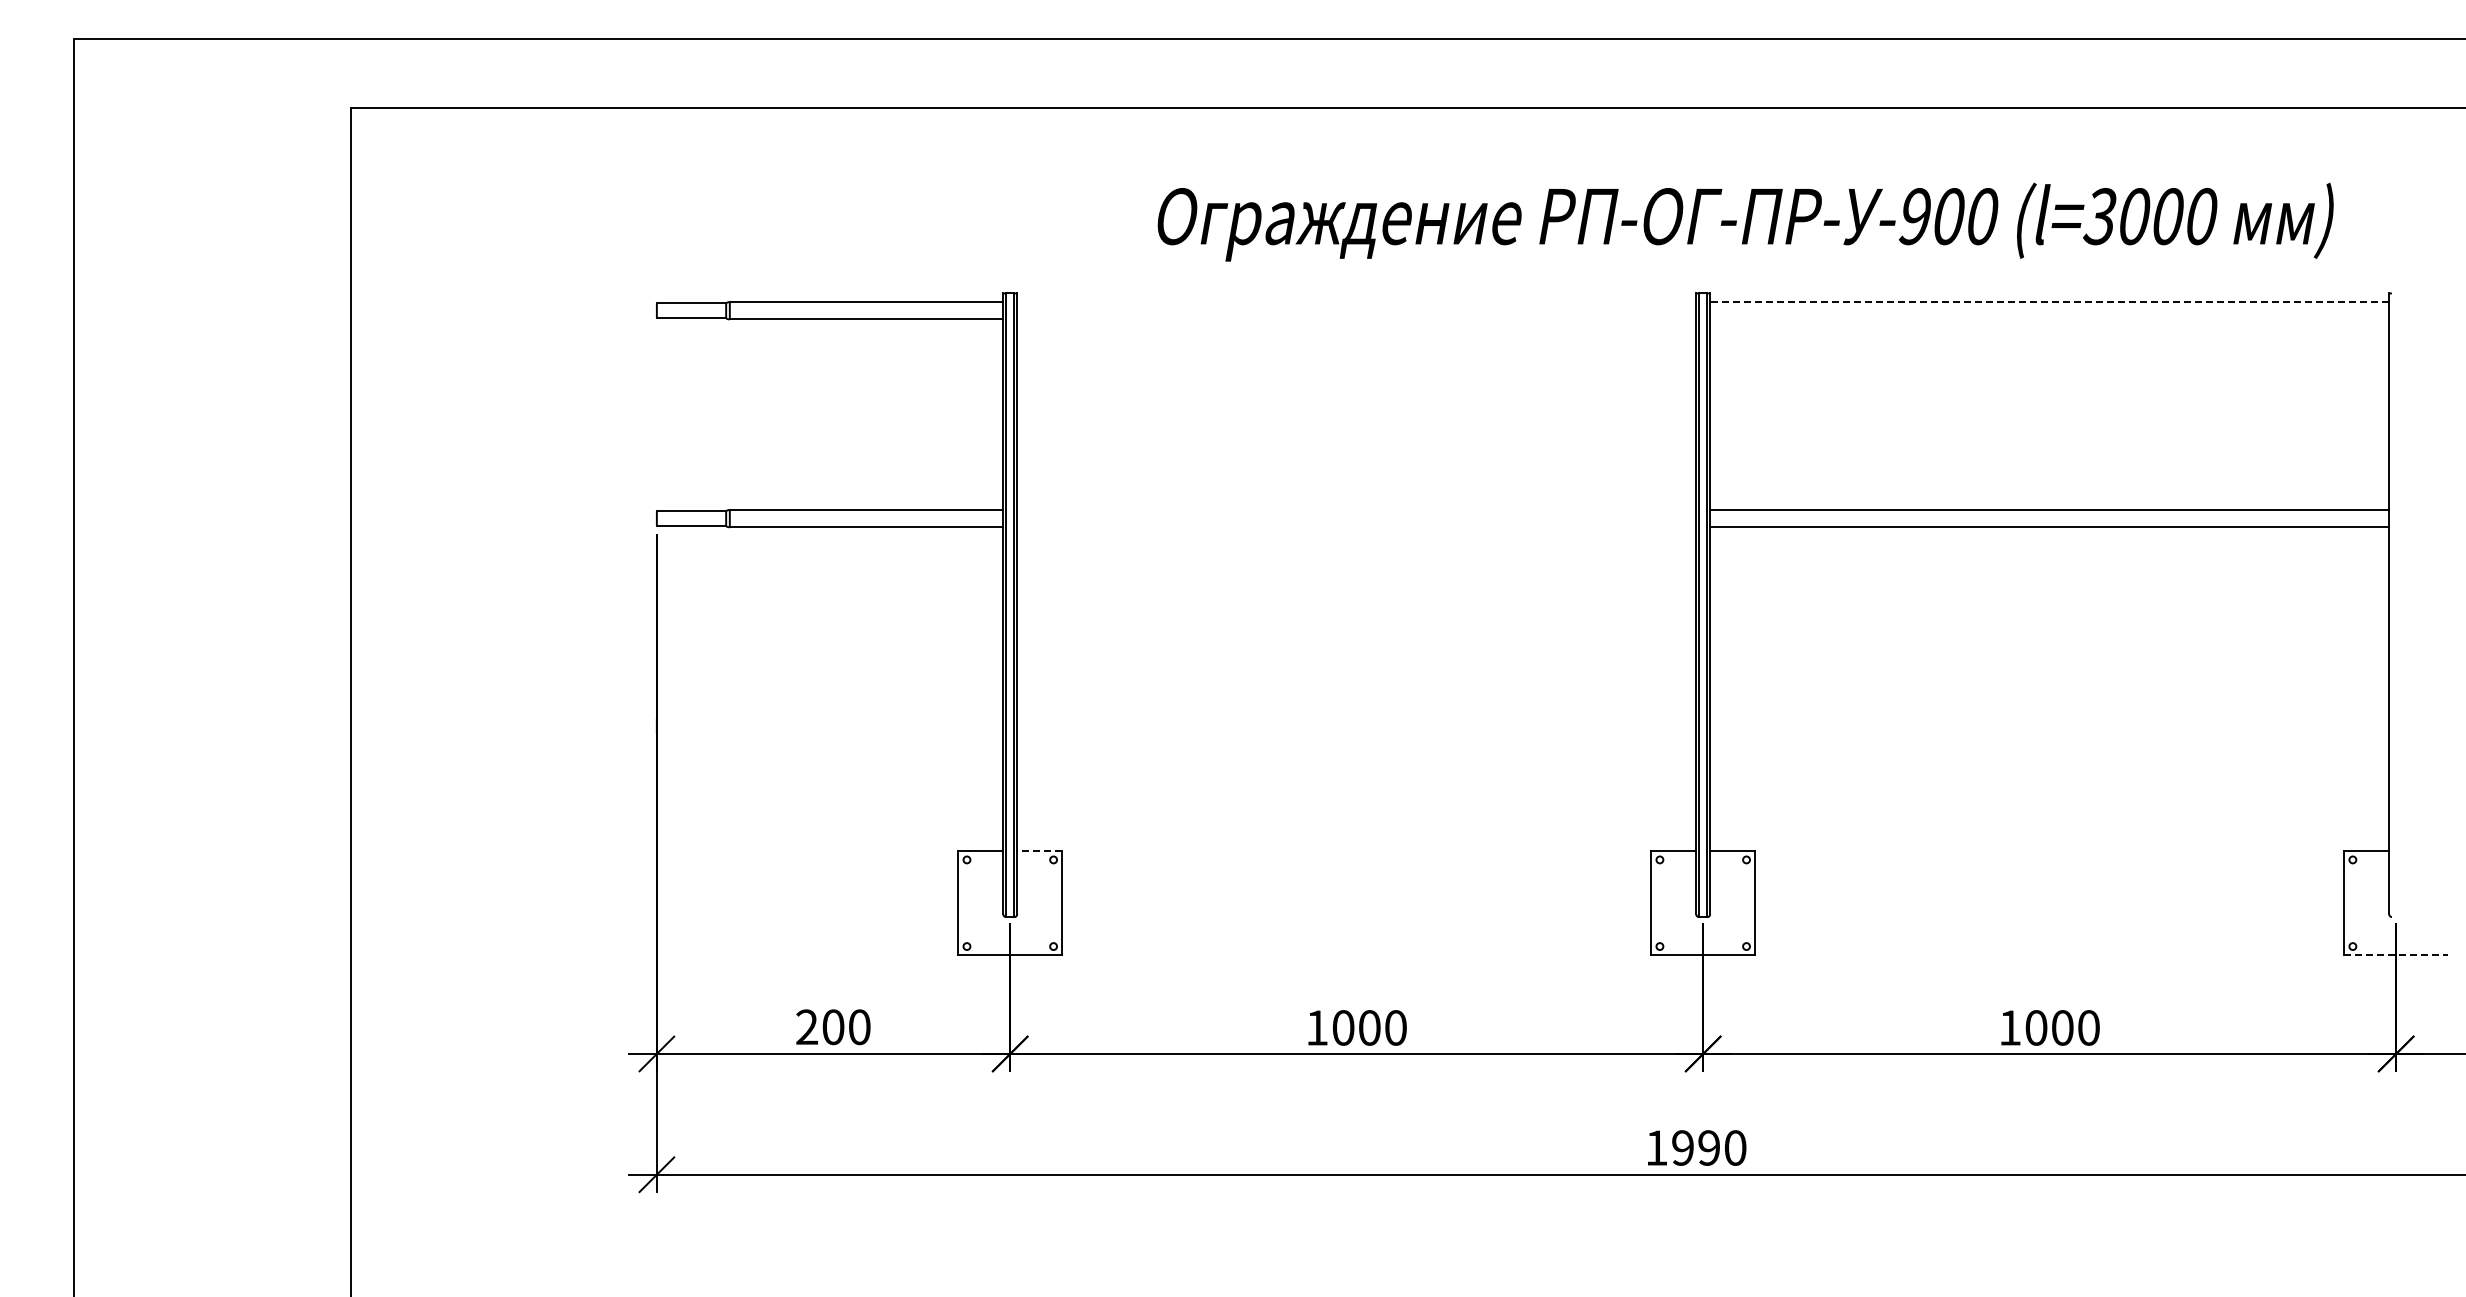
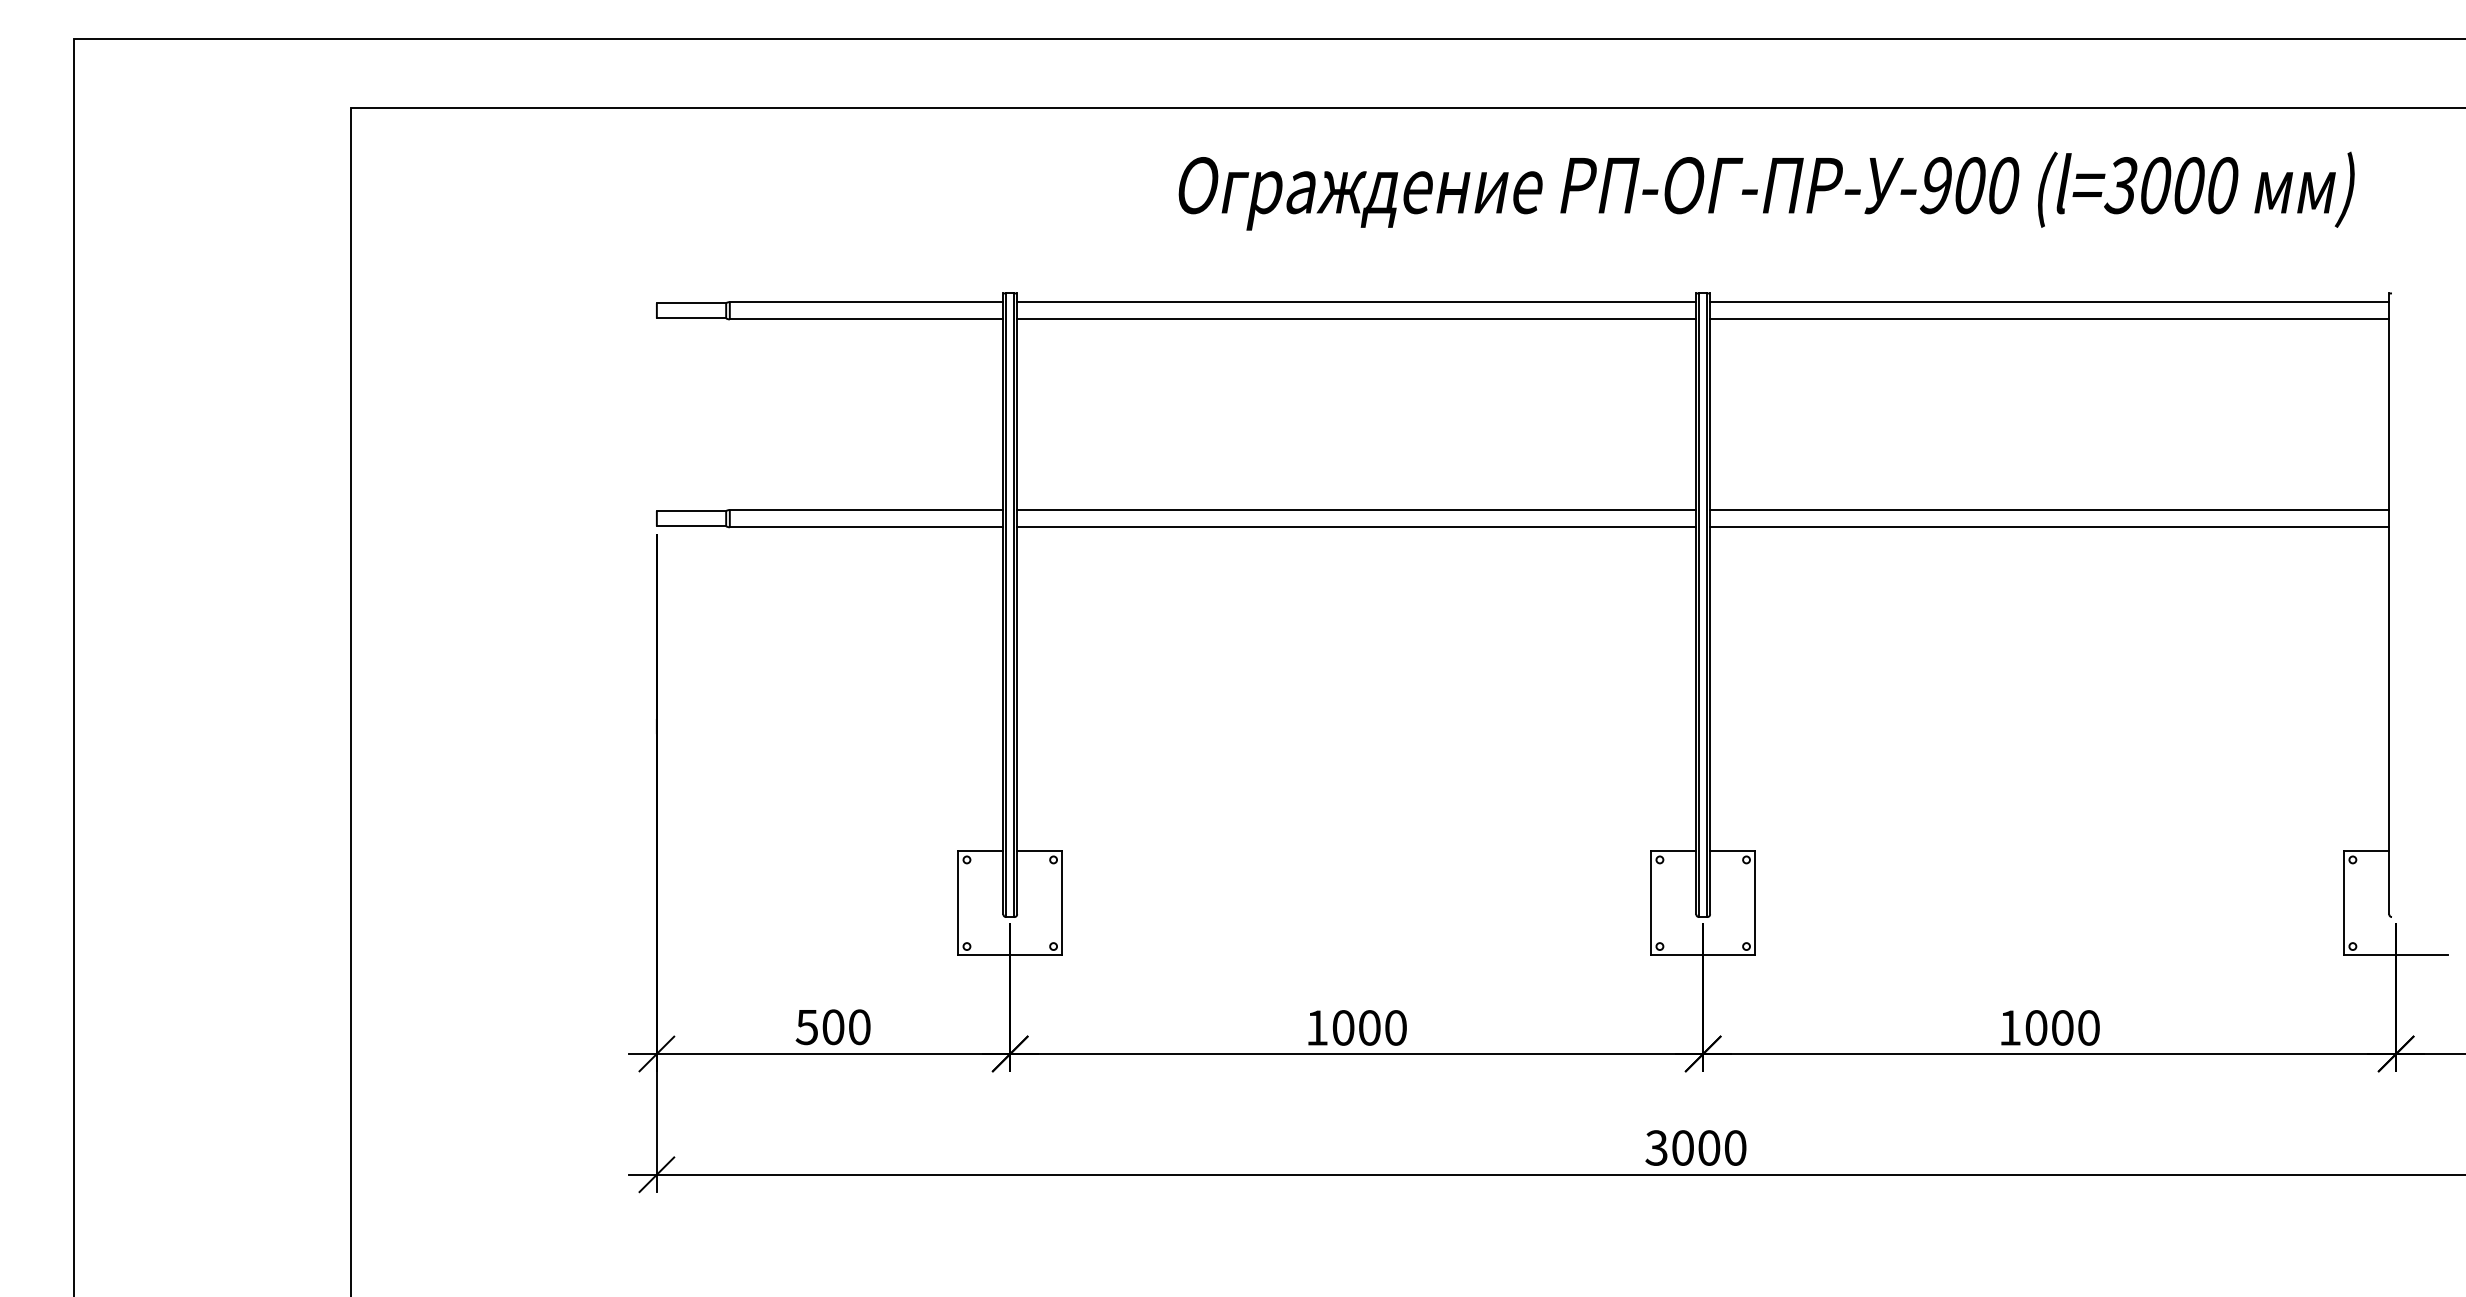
text at (1745, 221) position: (1745, 221) -> (1766, 190)
line at (1356, 302): none -> present
line at (2049, 302): dashed -> solid
line at (1356, 319): none -> present
line at (2049, 319): none -> present
line at (1356, 510): none -> present
line at (1356, 527): none -> present
line at (1039, 851): dashed -> solid
line at (2396, 955): dashed -> solid
text at (806, 1027): 200 -> 500
text at (1682, 1147): 1990 -> 3000
